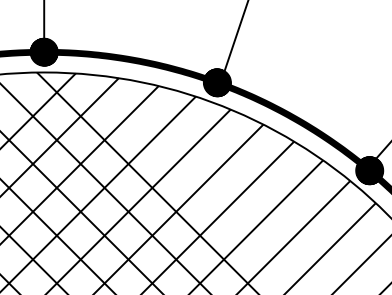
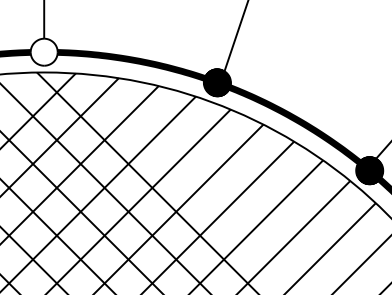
hatch at (43, 51): present -> none
